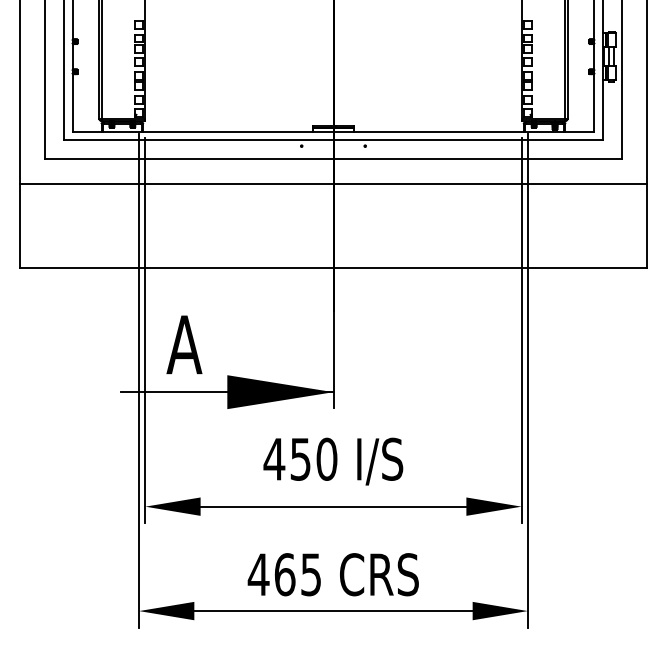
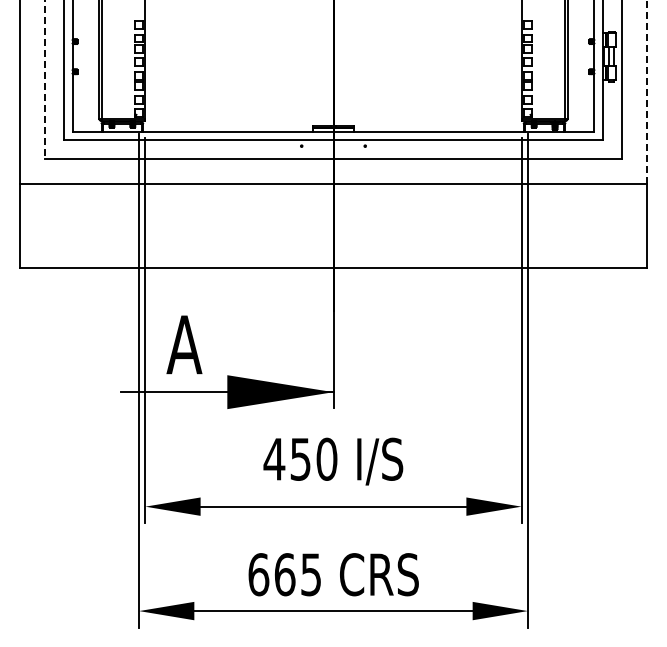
line at (45, 80): solid -> dashed
line at (646, 92): solid -> dashed
text at (258, 574): 465 -> 665
